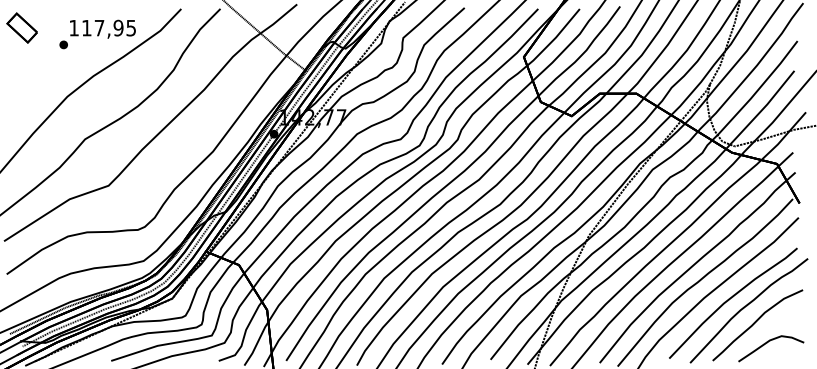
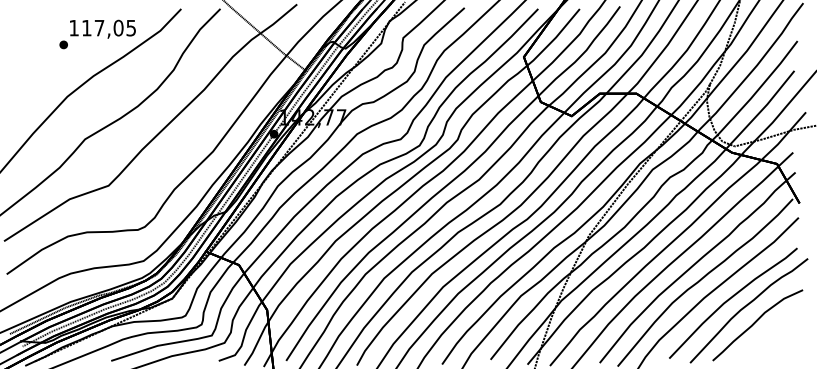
part at (21, 27): present -> none
text at (118, 28): 117,95 -> 117,05
curve at (767, 343): present -> none
